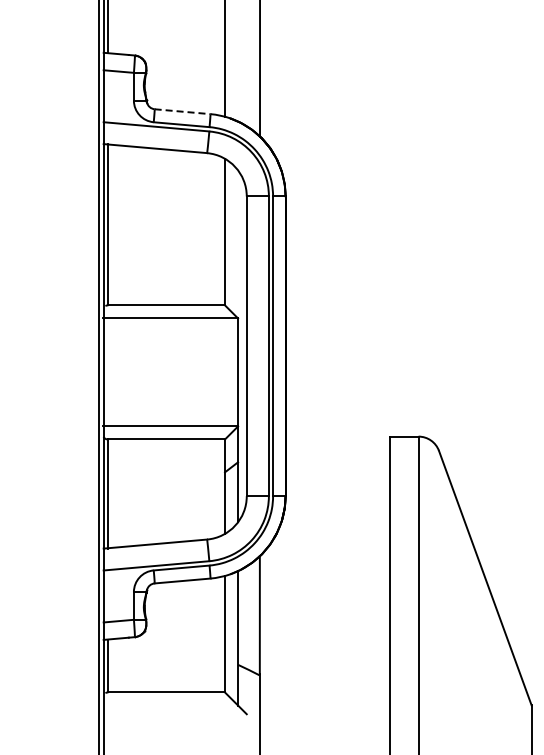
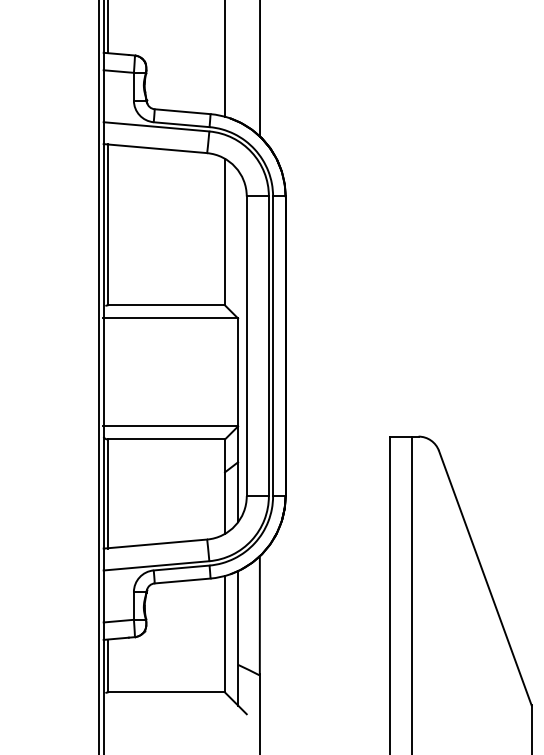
line at (183, 111): dashed -> solid
line at (419, 593) position: (419, 593) -> (412, 593)
